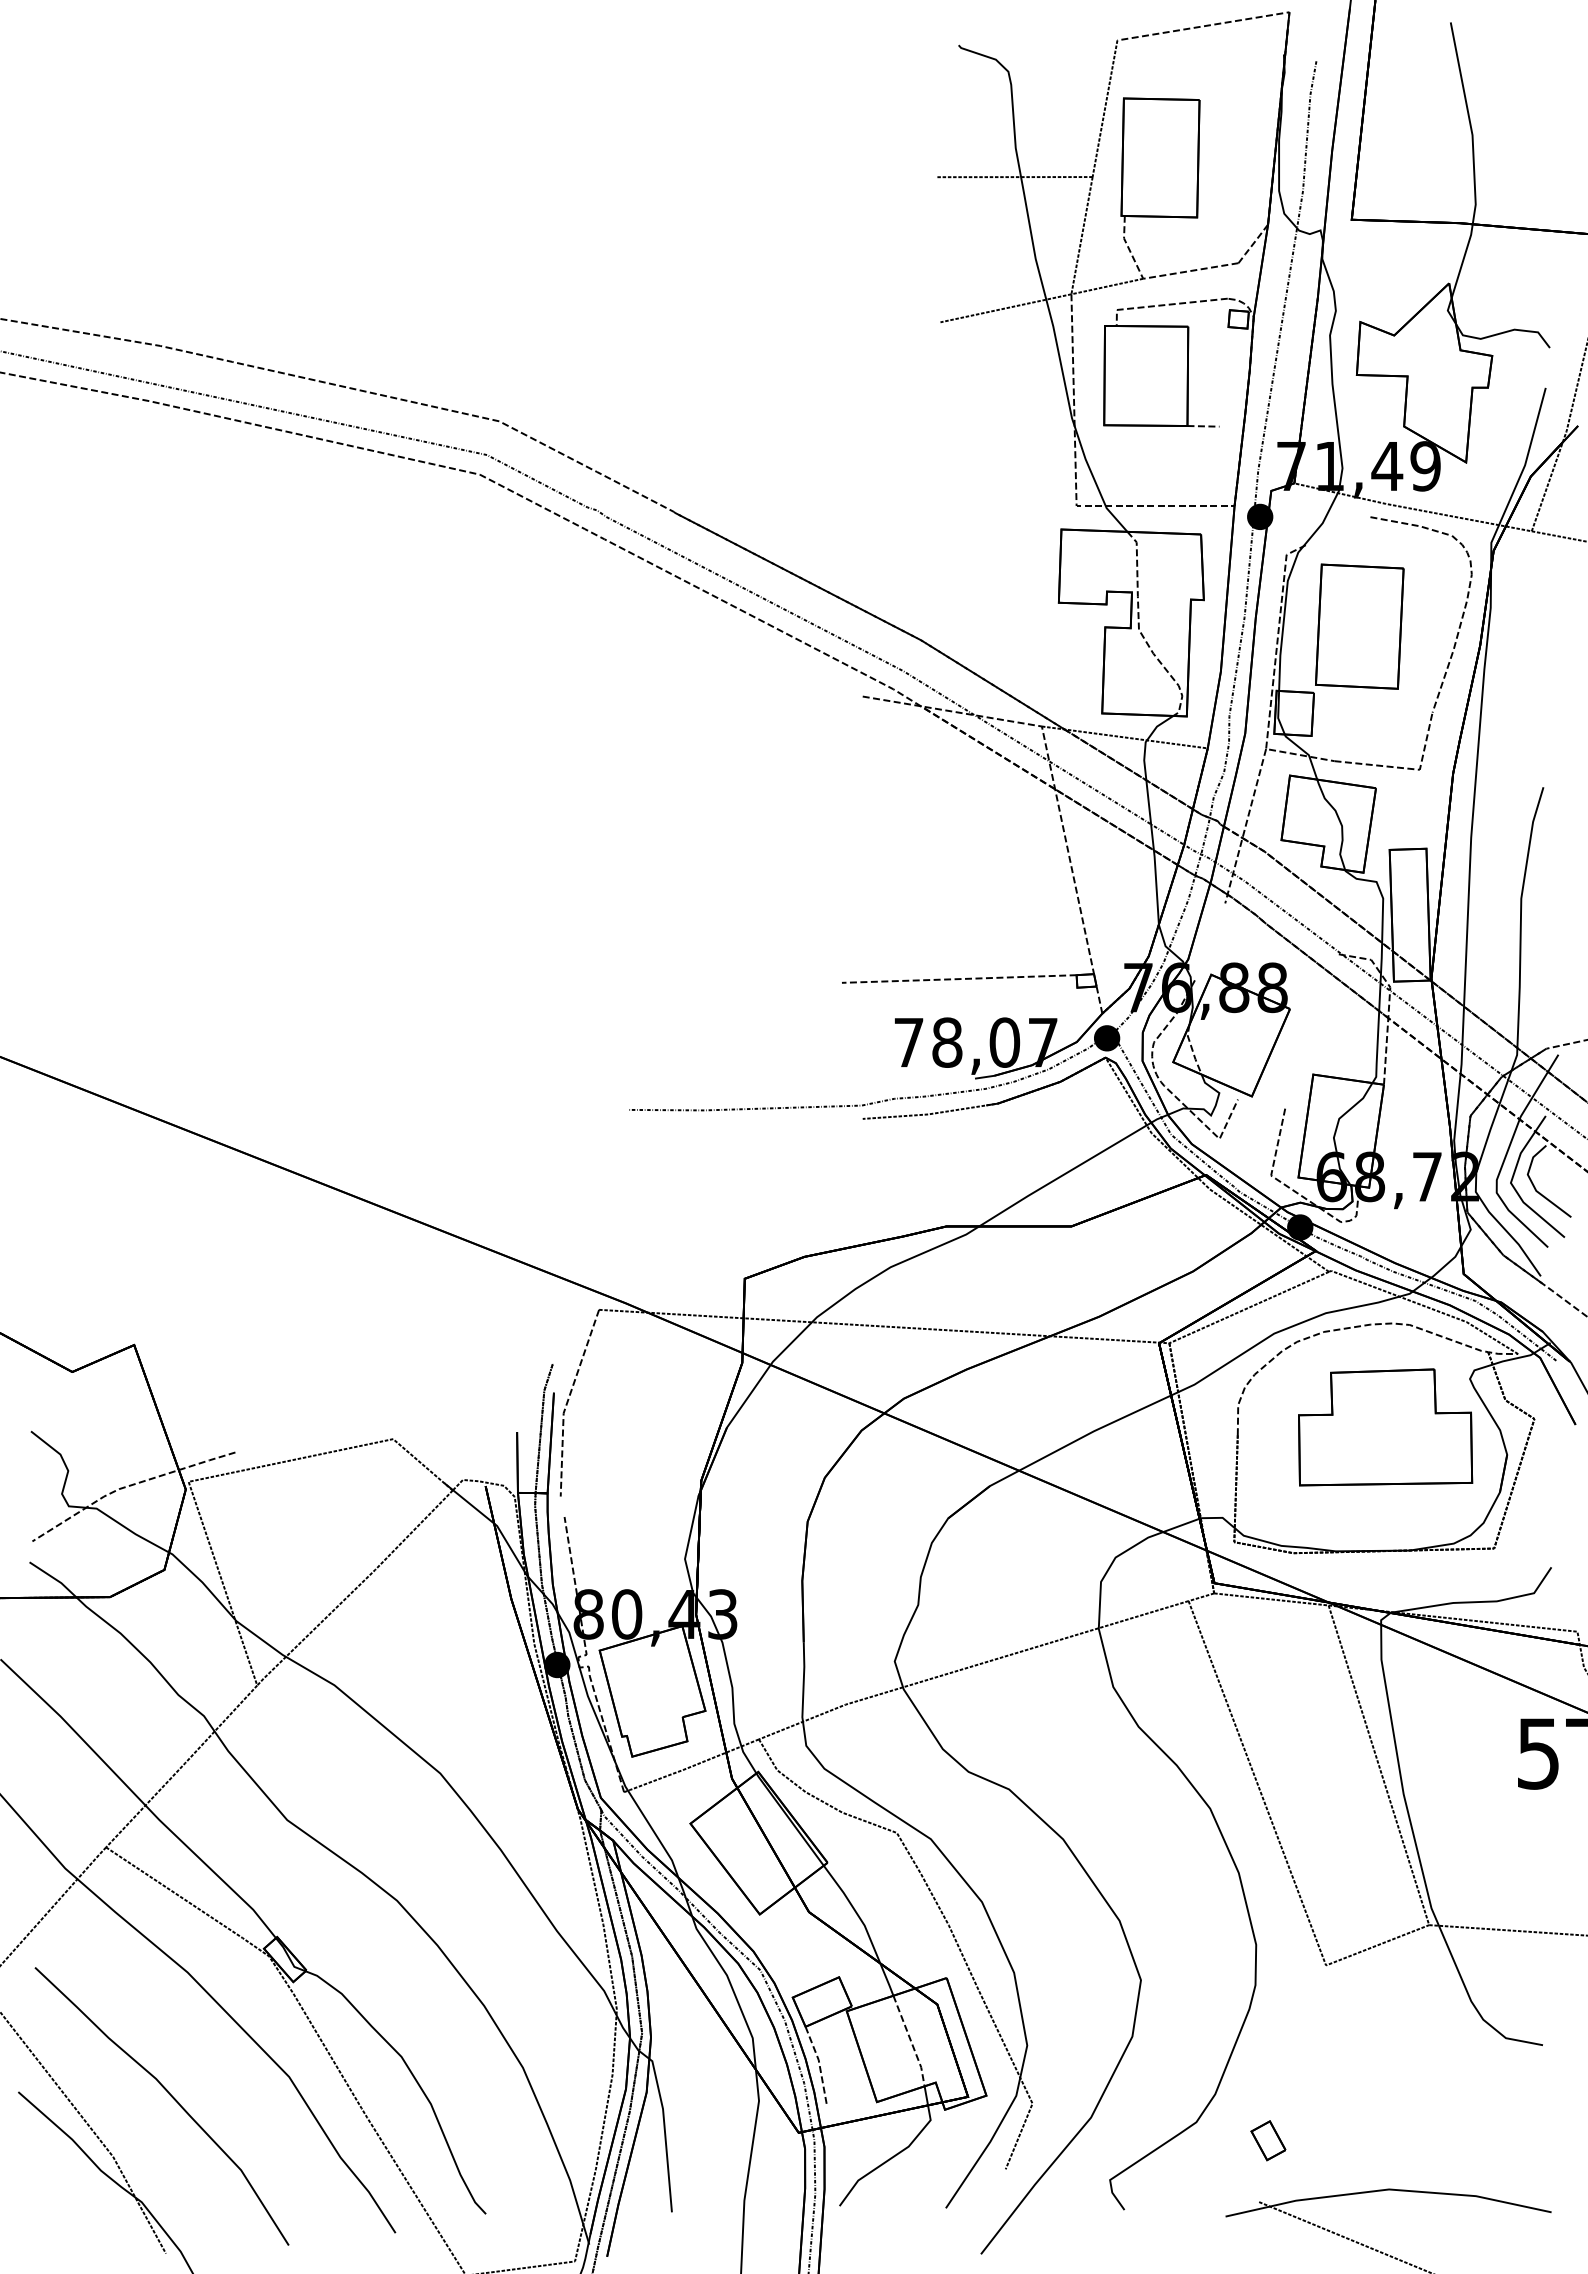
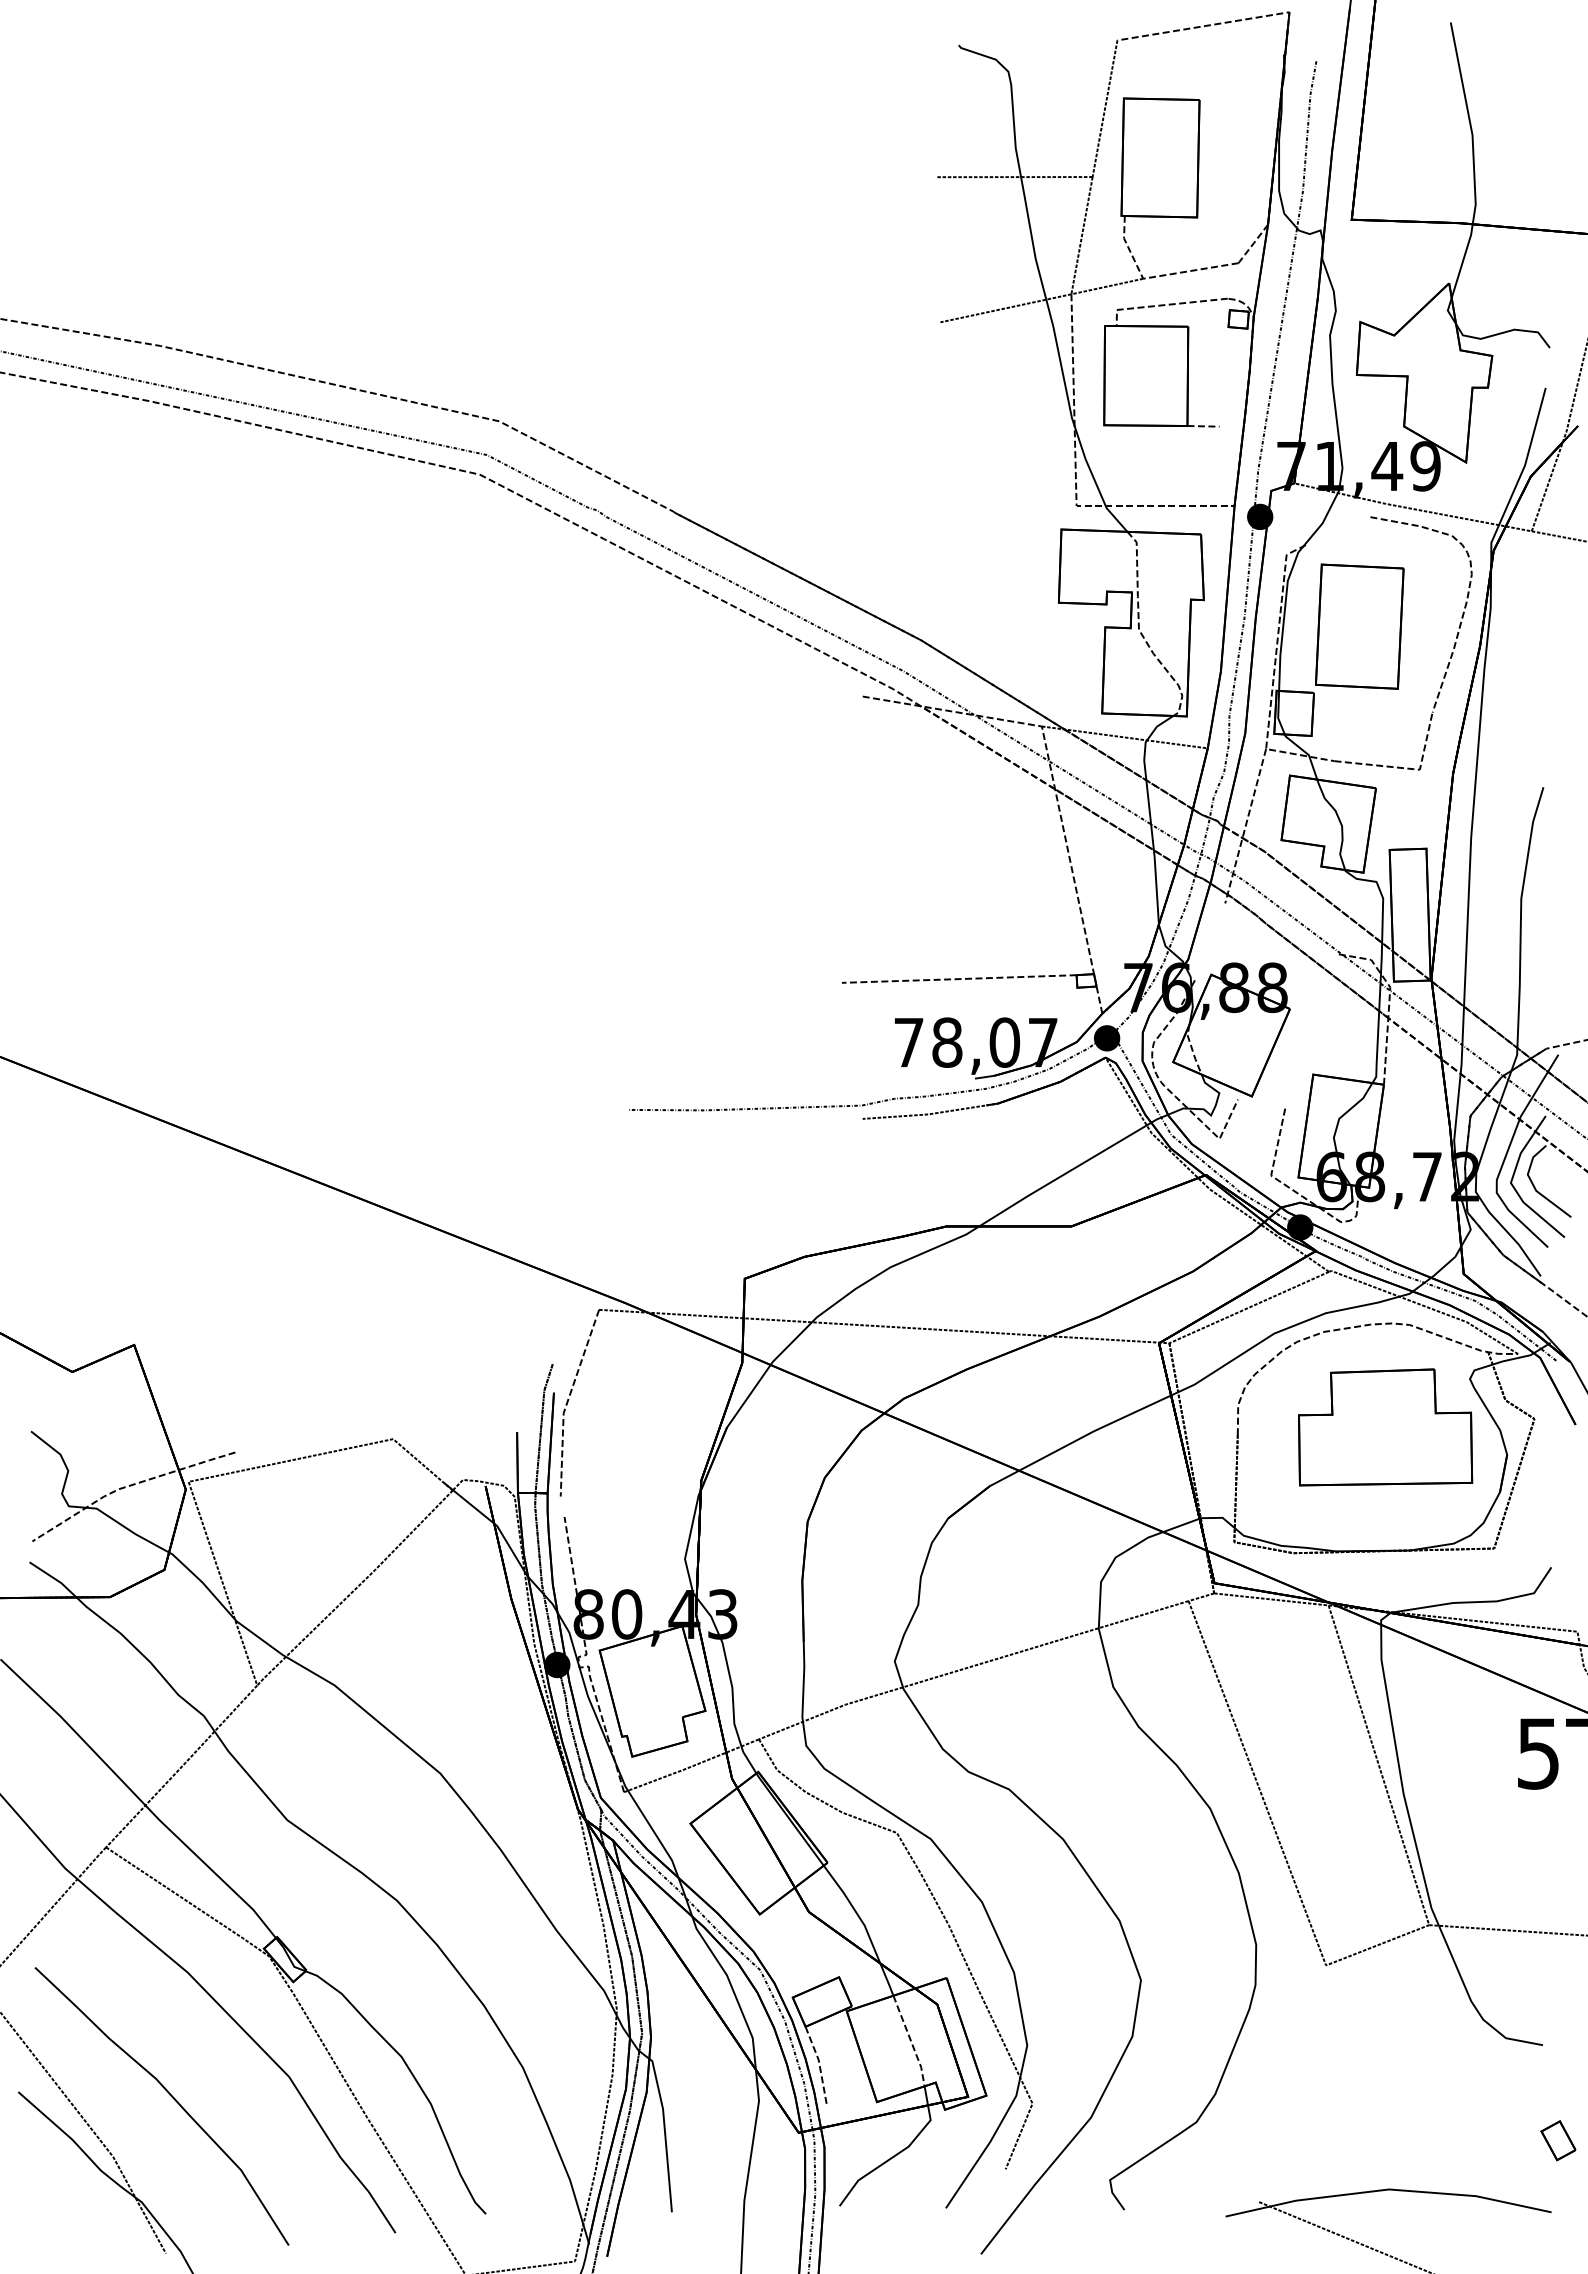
part at (1268, 2140) position: (1268, 2140) -> (1558, 2140)
